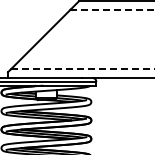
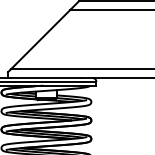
line at (112, 9): dashed -> solid
line at (82, 69): dashed -> solid
